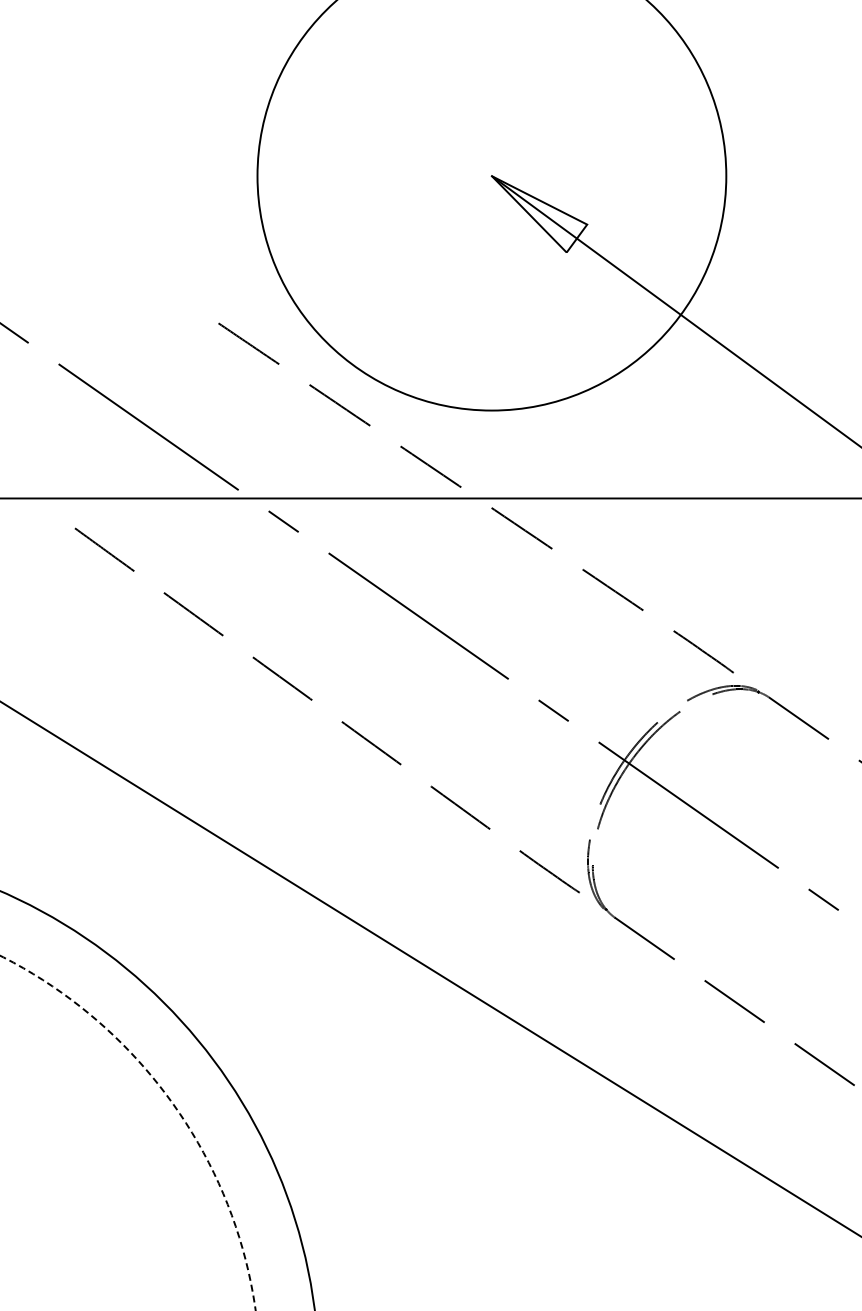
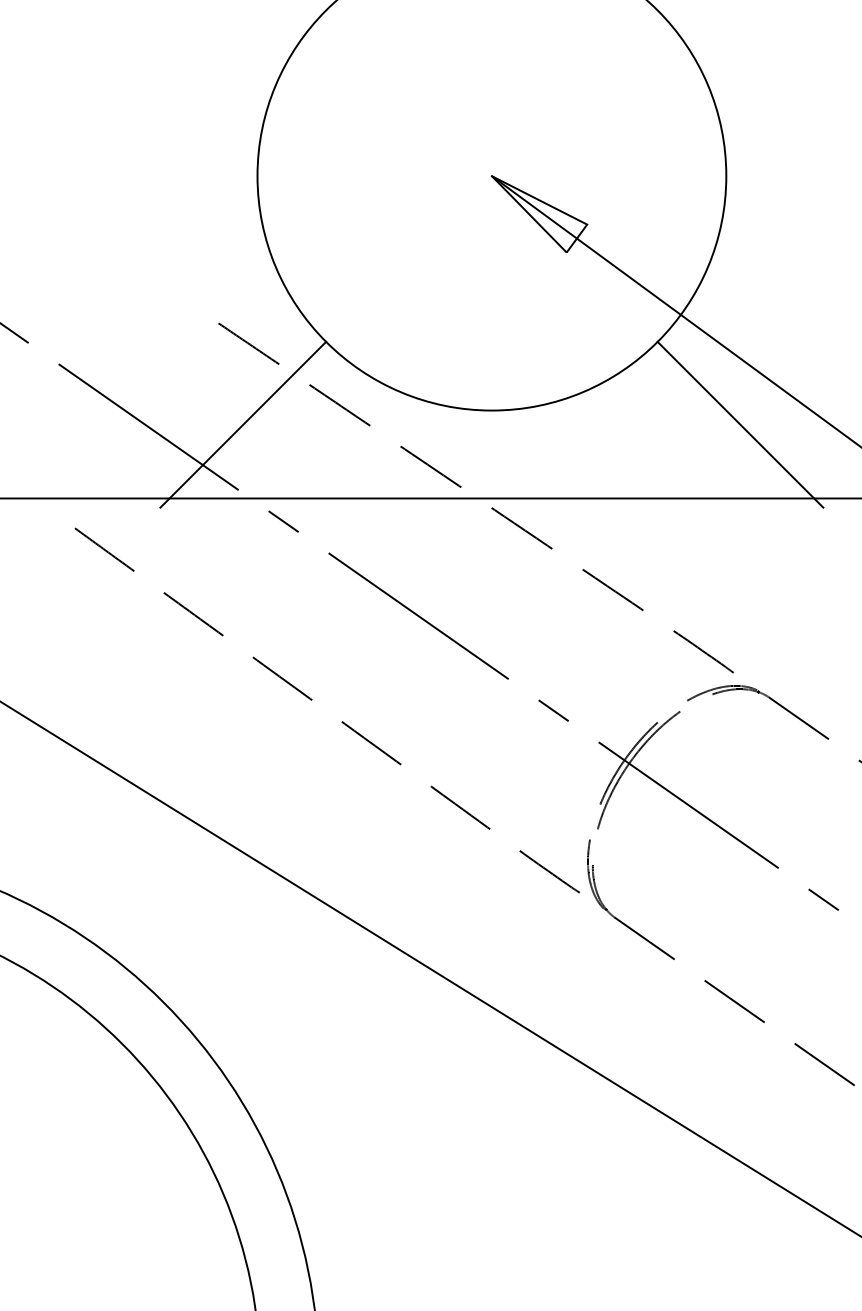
line at (243, 424): none -> present
line at (740, 424): none -> present
circle at (127, 1132): dashed -> solid
